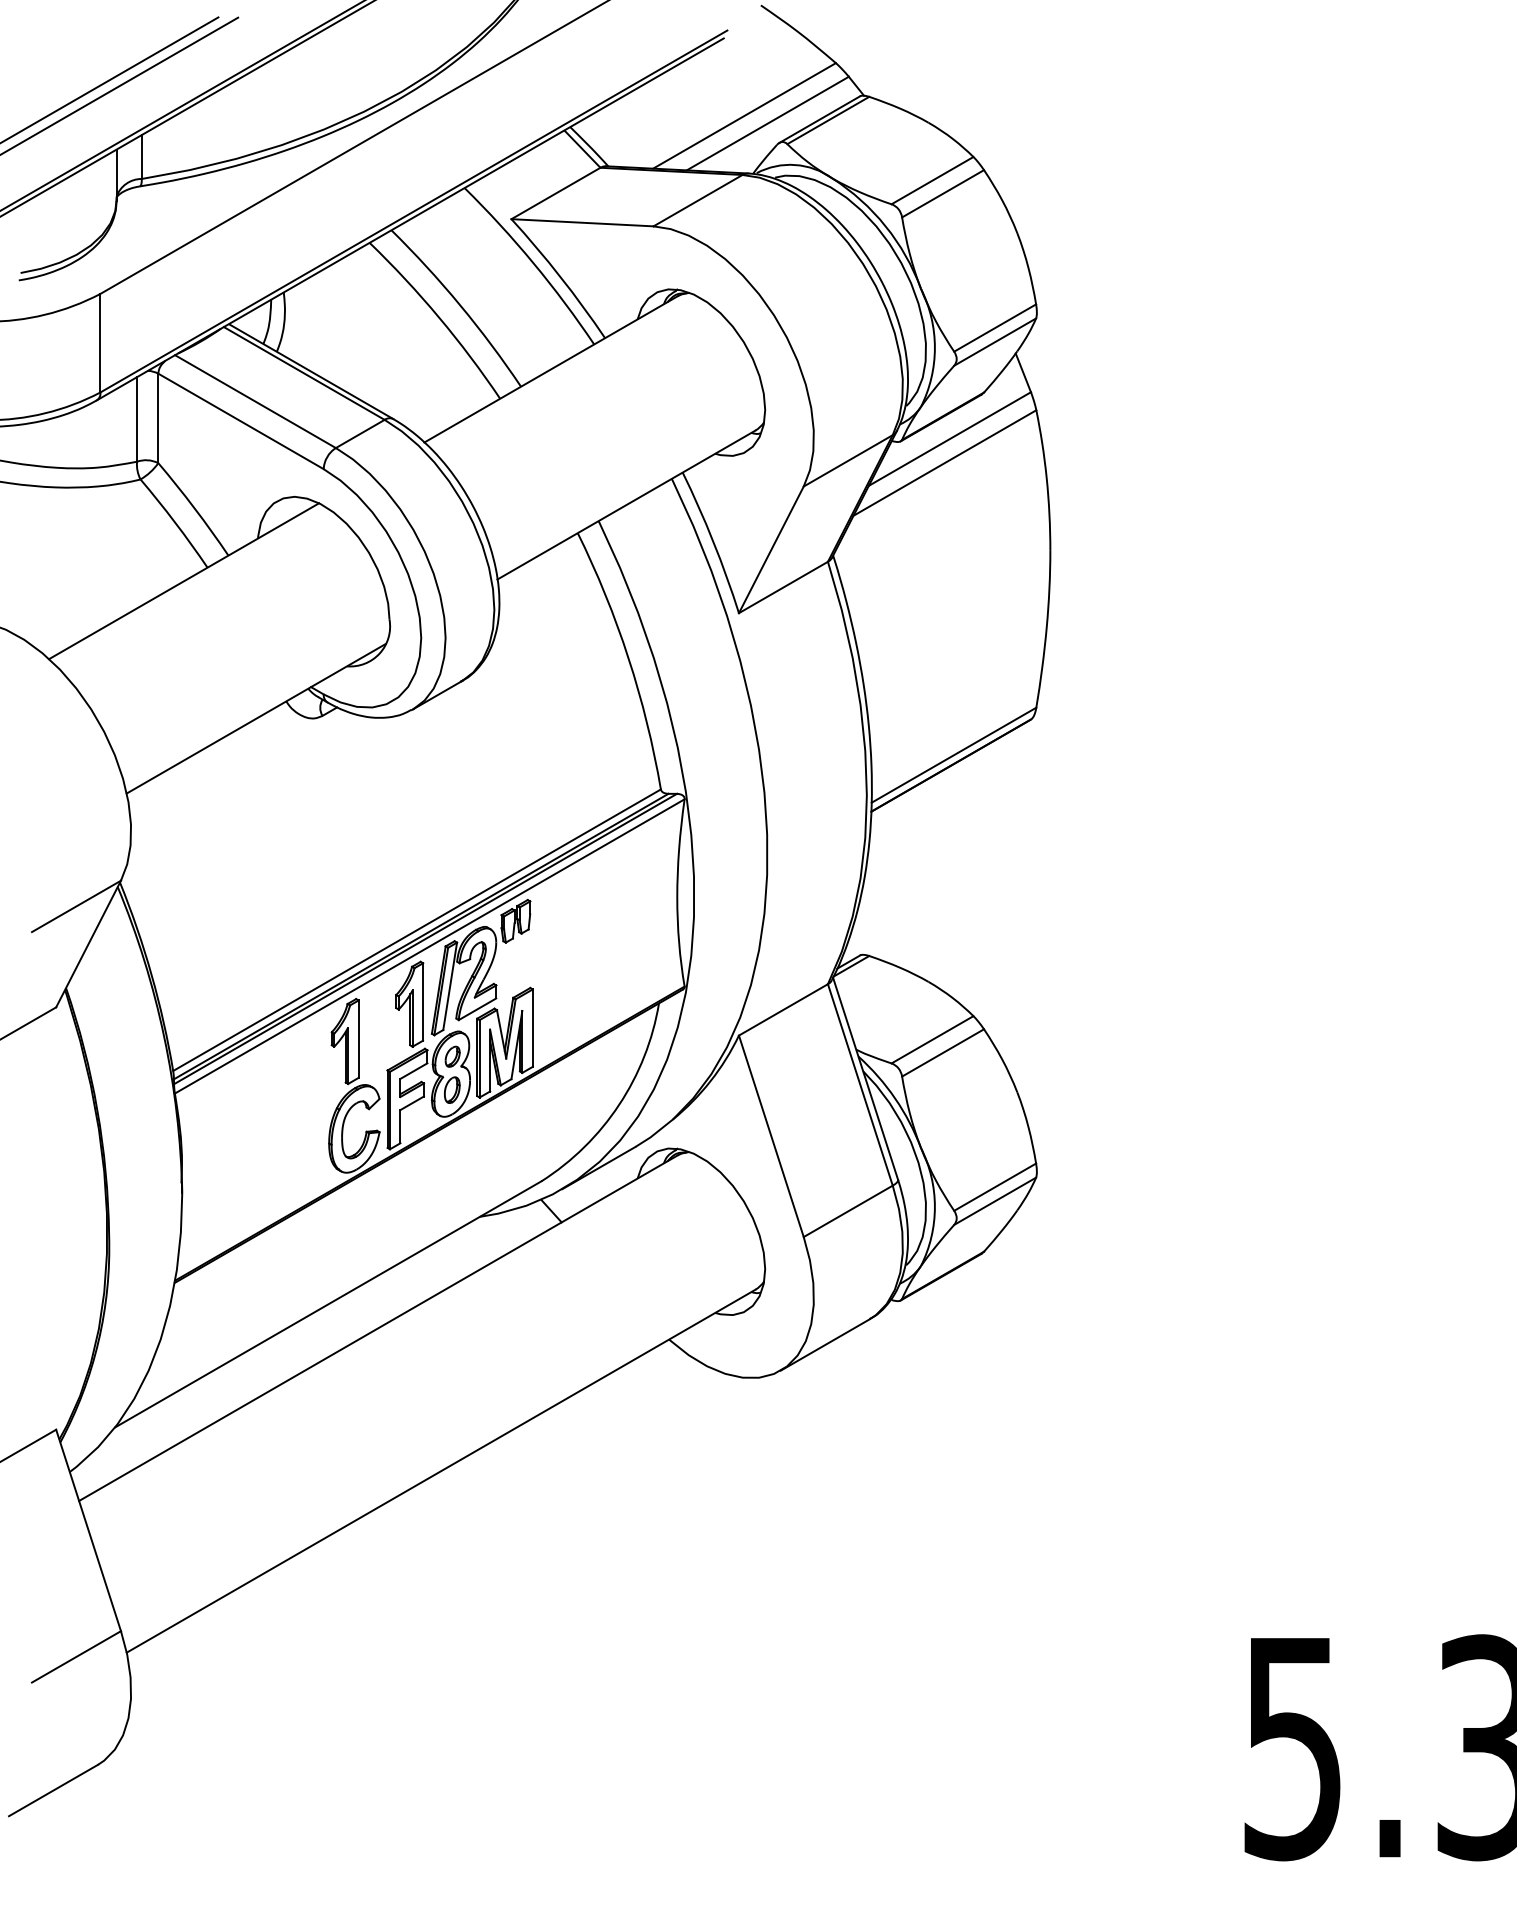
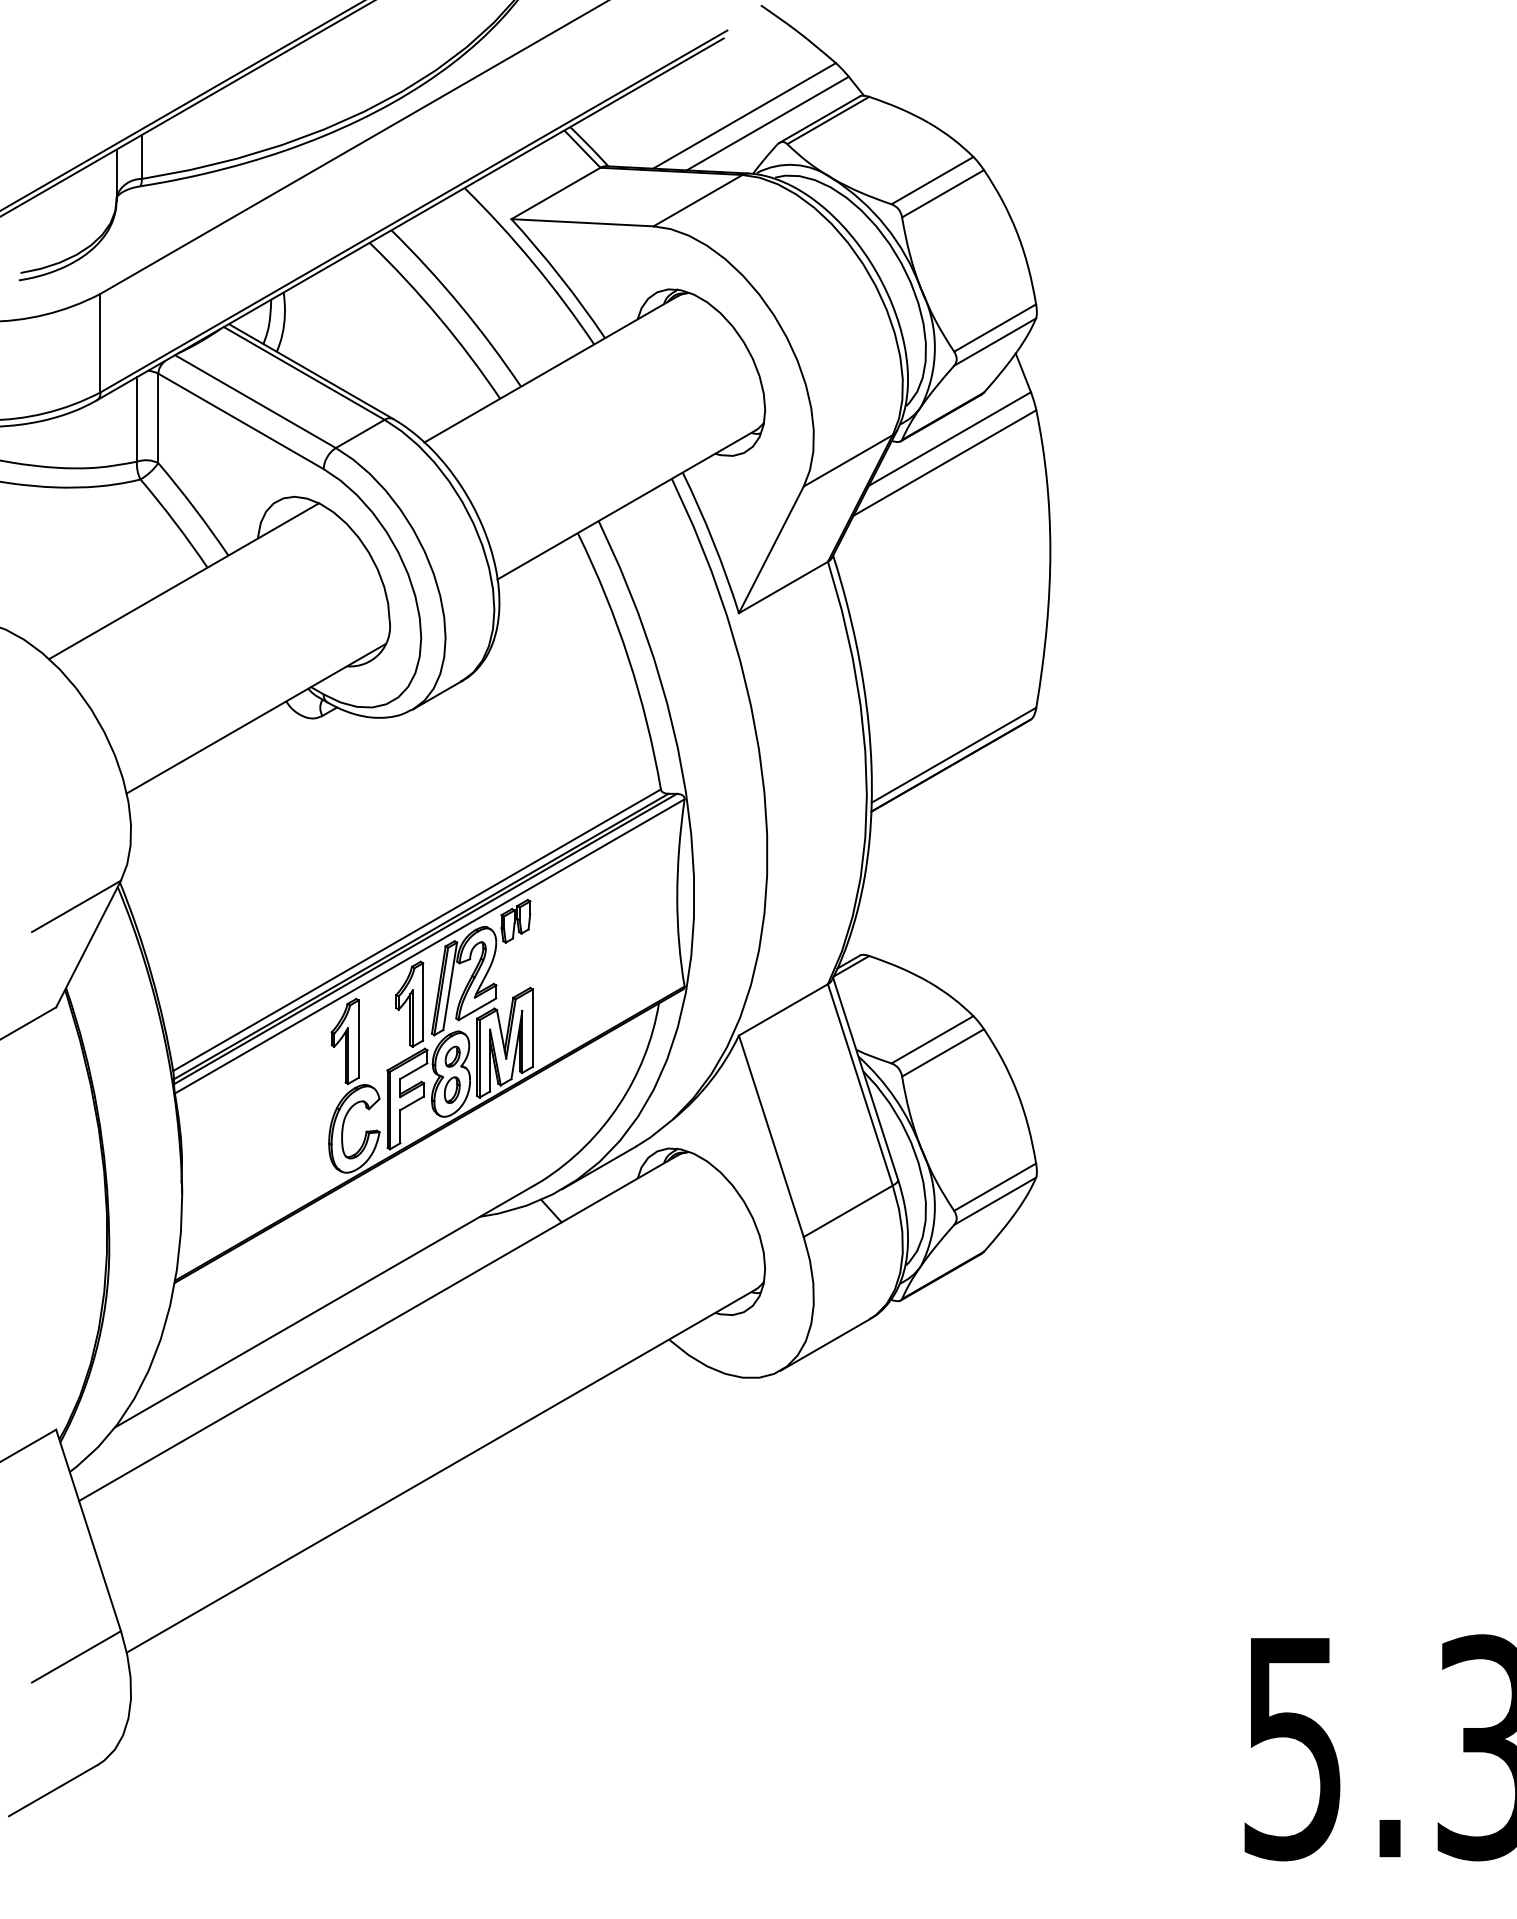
line at (110, 79): present -> none
line at (120, 85): present -> none
